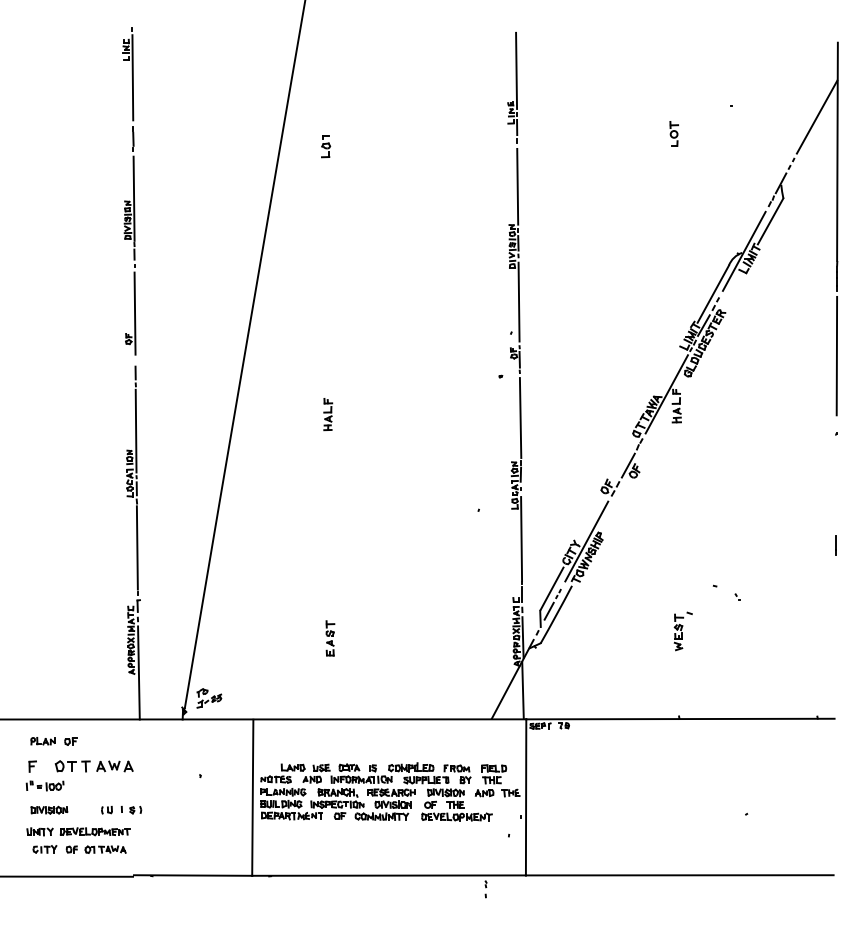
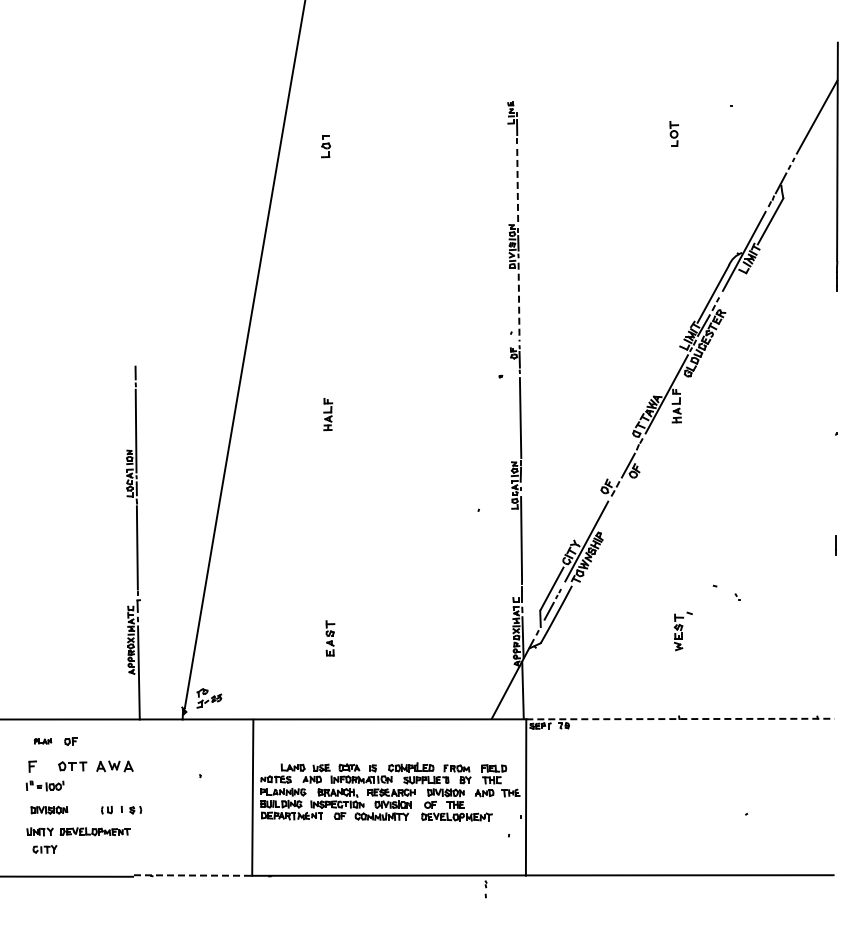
line at (516, 70): present -> none
line at (517, 186): solid -> dashed
part at (129, 191): present -> none
line at (519, 302): solid -> dashed
line at (836, 355): present -> none
line at (680, 719): solid -> dashed
part at (42, 741) size: 26x9 px -> 20x7 px
part at (72, 766) size: 37x13 px -> 30x11 px
part at (95, 849): present -> none
line at (193, 875): solid -> dashed
